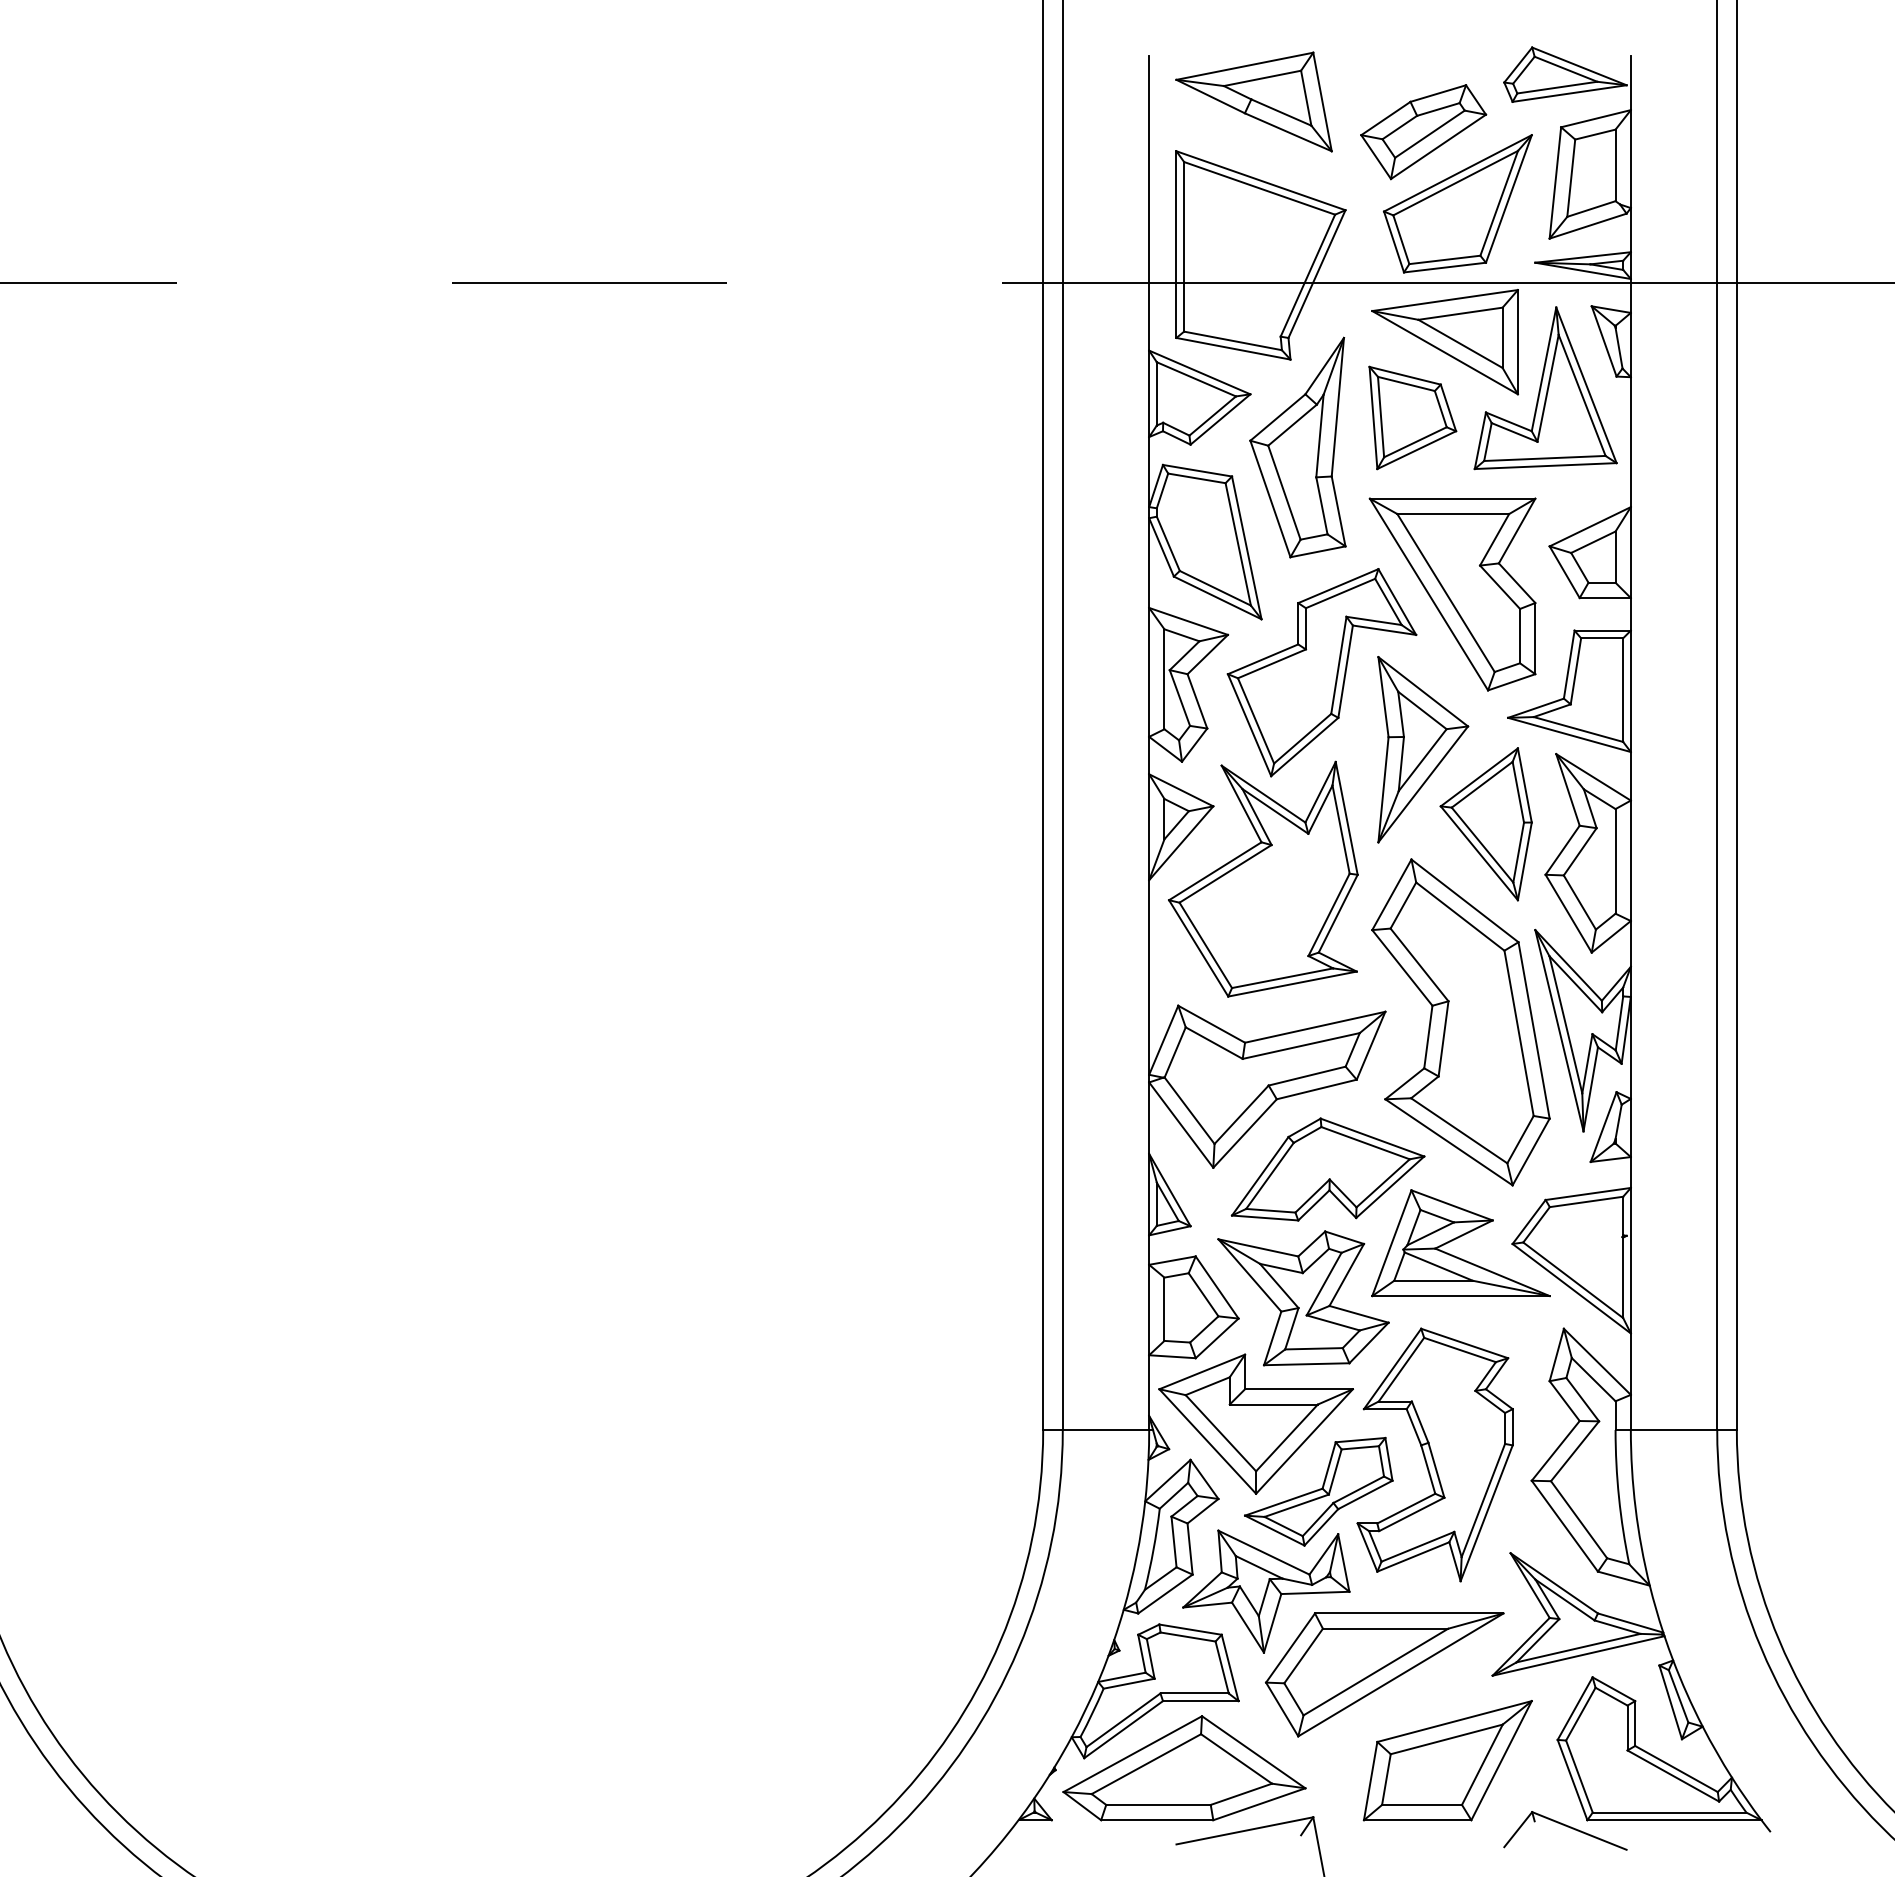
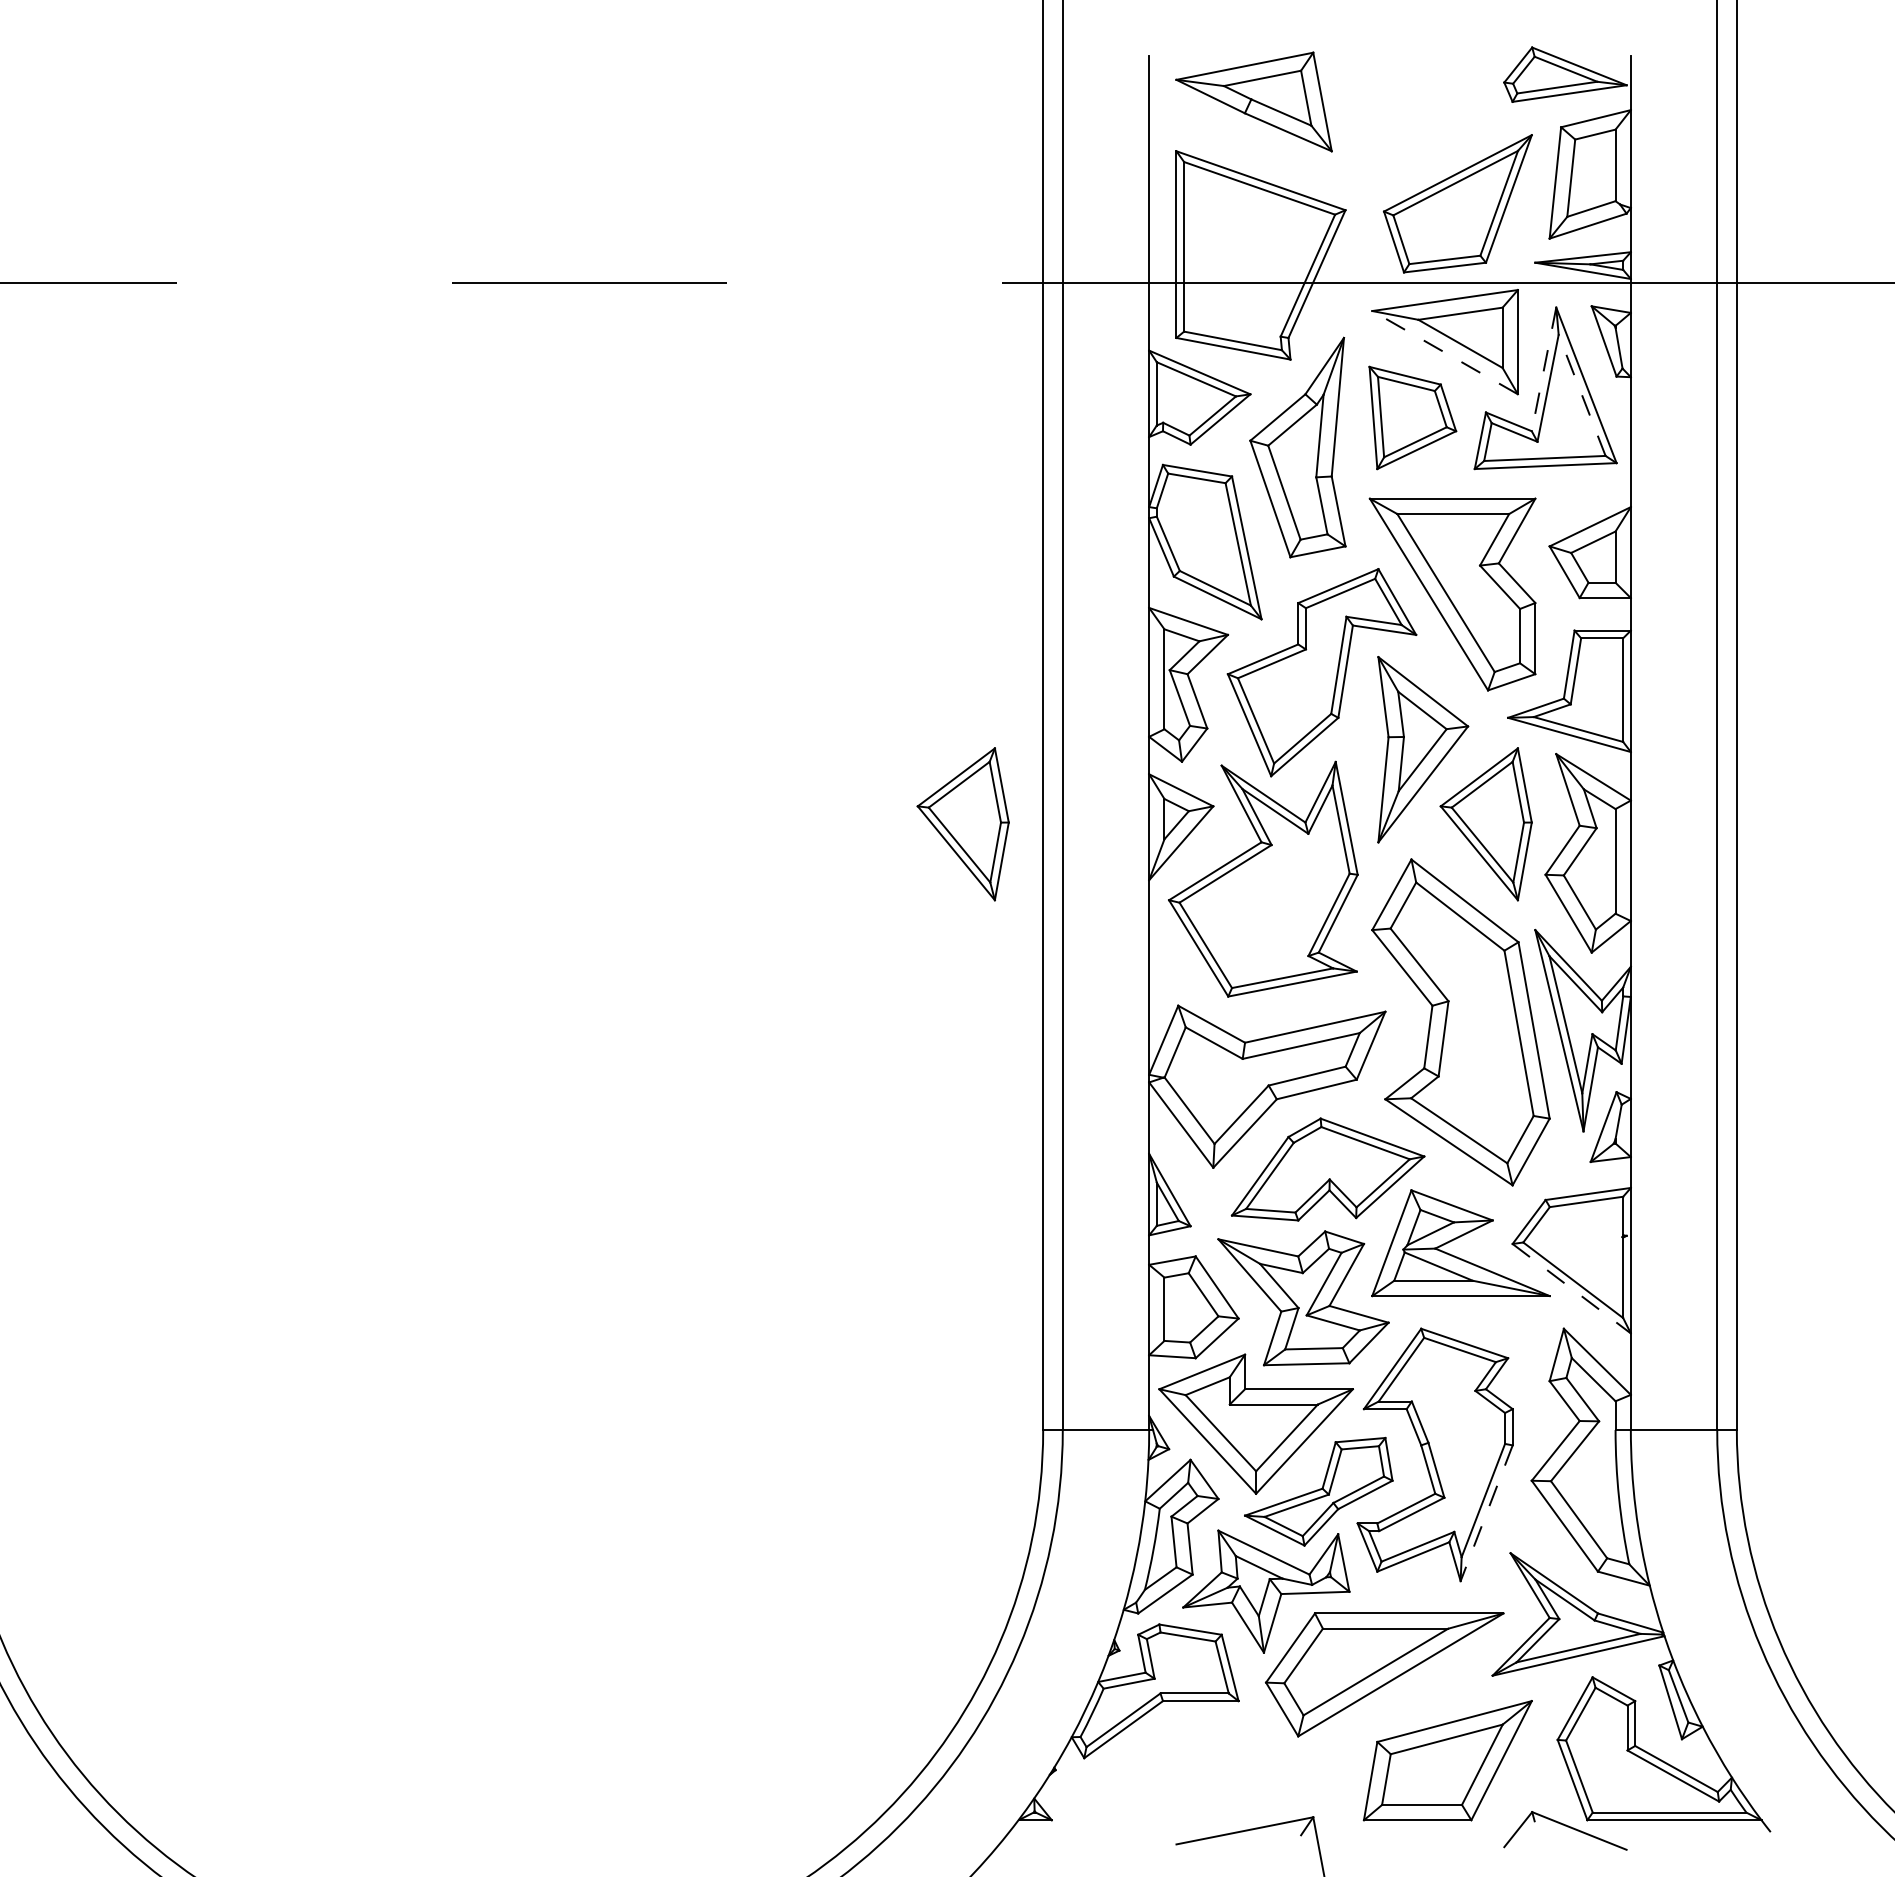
part at (1423, 132): present -> none
line at (1445, 352): solid -> dashed
line at (1543, 369): solid -> dashed
line at (1582, 395): solid -> dashed
part at (962, 824): none -> present
line at (1572, 1289): solid -> dashed
line at (1486, 1513): solid -> dashed
part at (1184, 1768): present -> none
